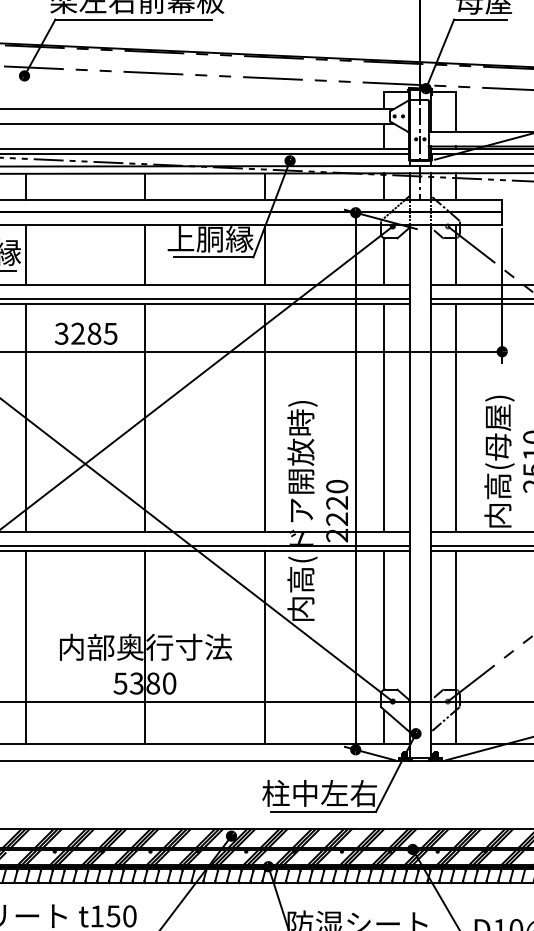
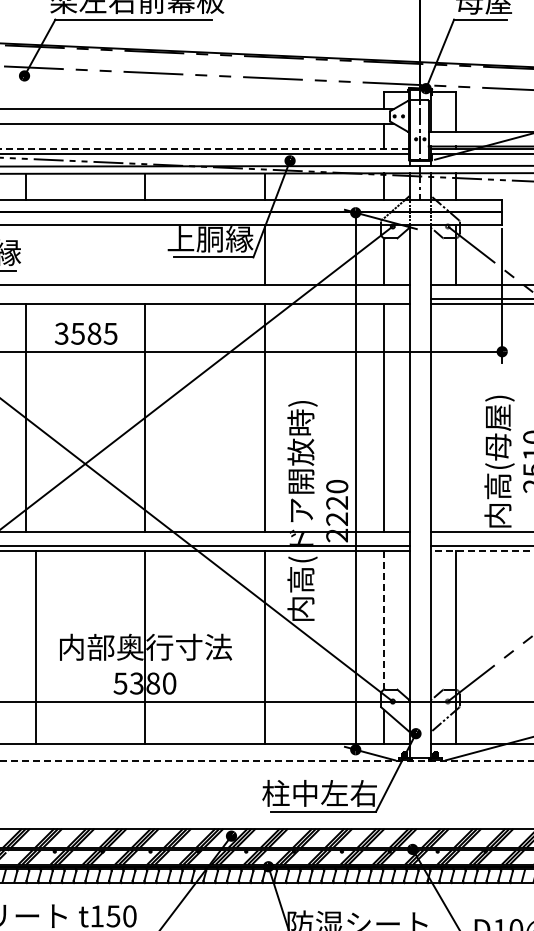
line at (204, 149): solid -> dashed
line at (25, 254): present -> none
line at (145, 254): present -> none
line at (205, 299): present -> none
text at (77, 333): 3285 -> 3585
line at (456, 418): present -> none
line at (482, 551): solid -> dashed
line at (384, 620): solid -> dashed
line at (25, 647) position: (25, 647) -> (35, 647)
line at (266, 761): solid -> dashed
